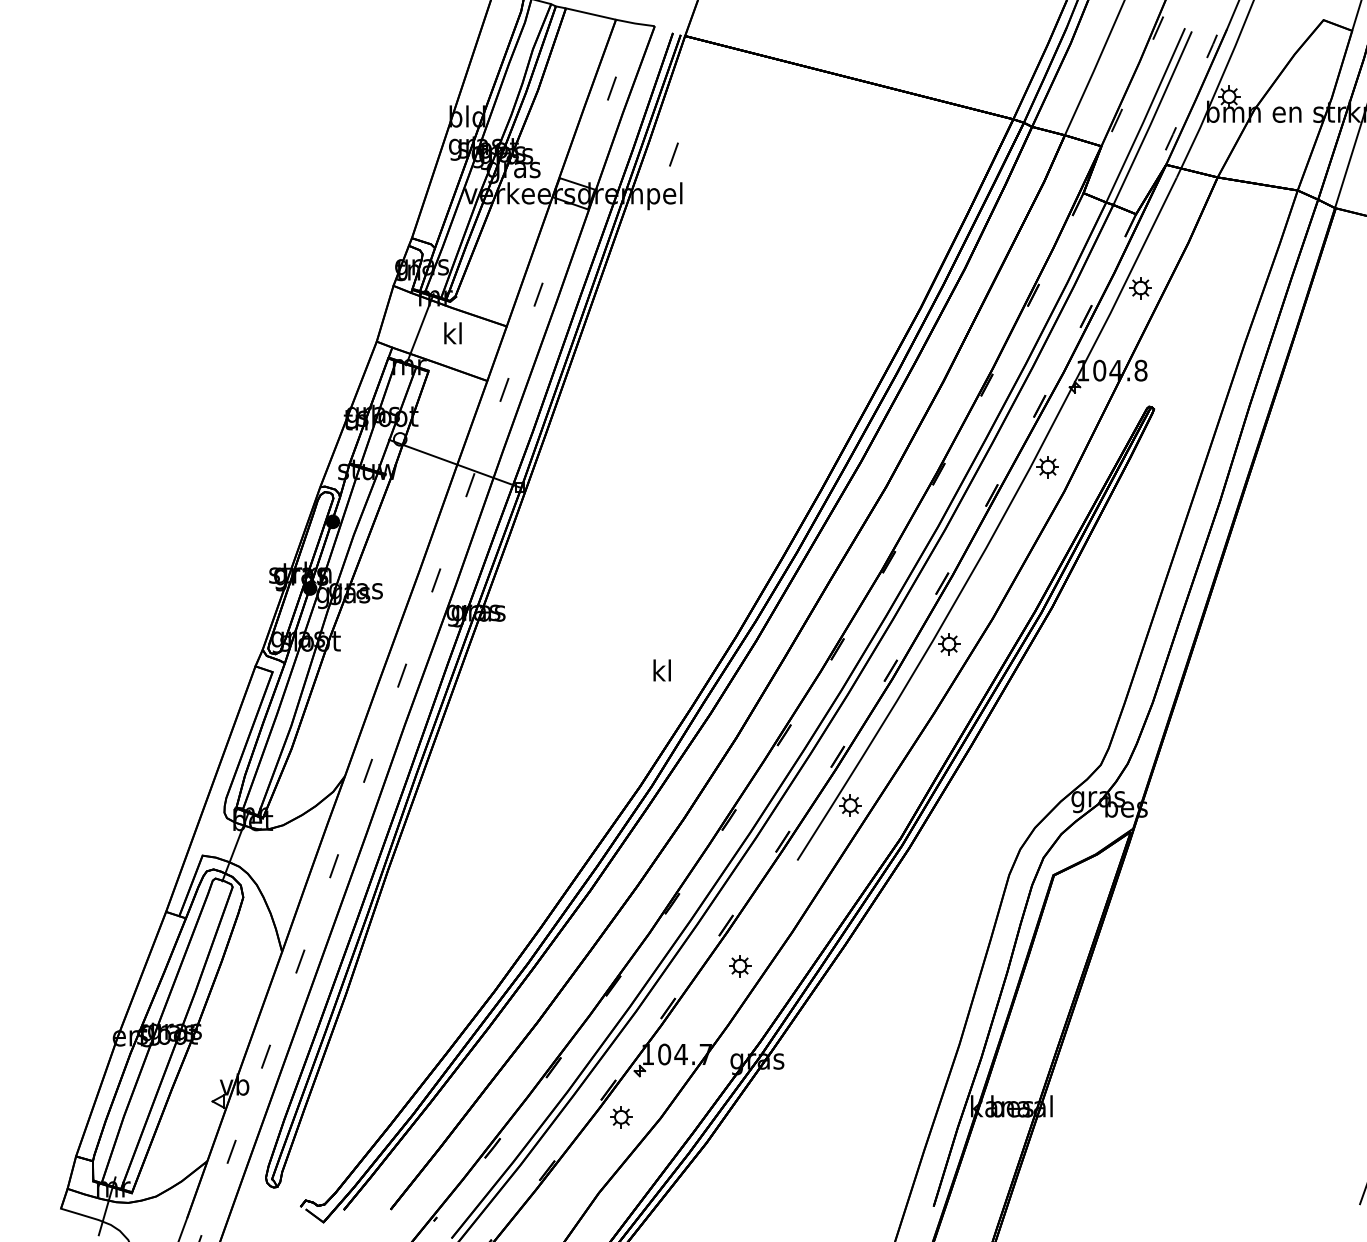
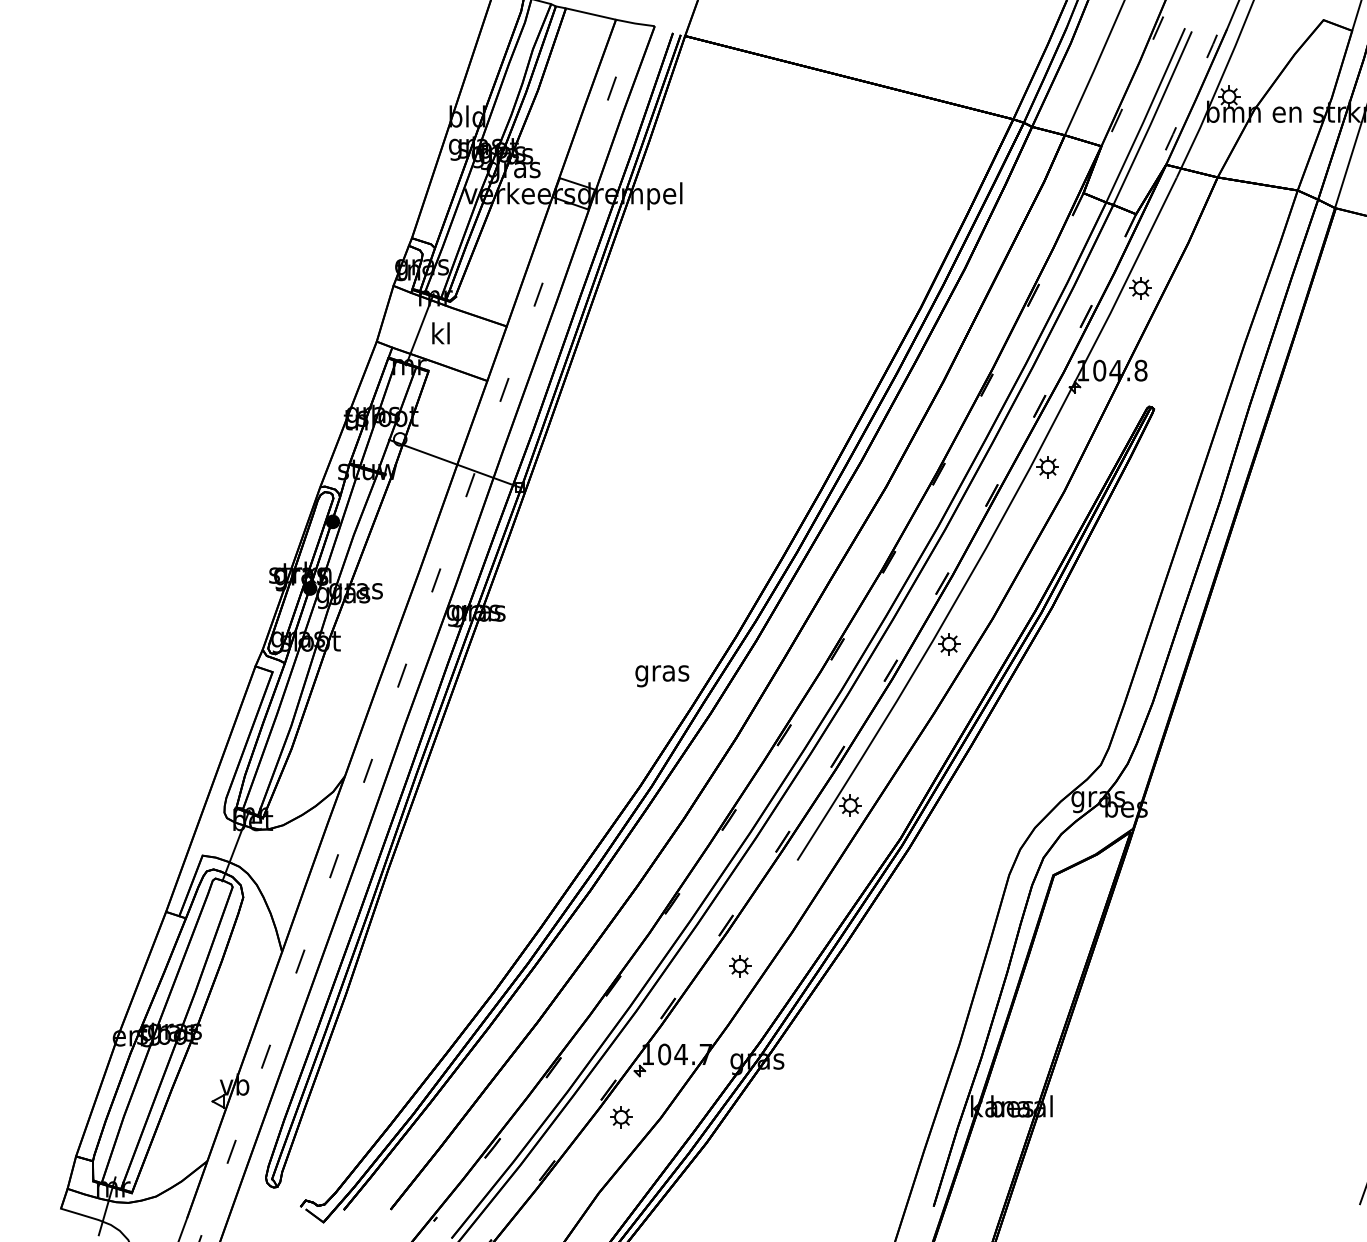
line at (673, 154): present -> none
text at (452, 333) position: (452, 333) -> (440, 333)
text at (662, 673): kl -> gras
